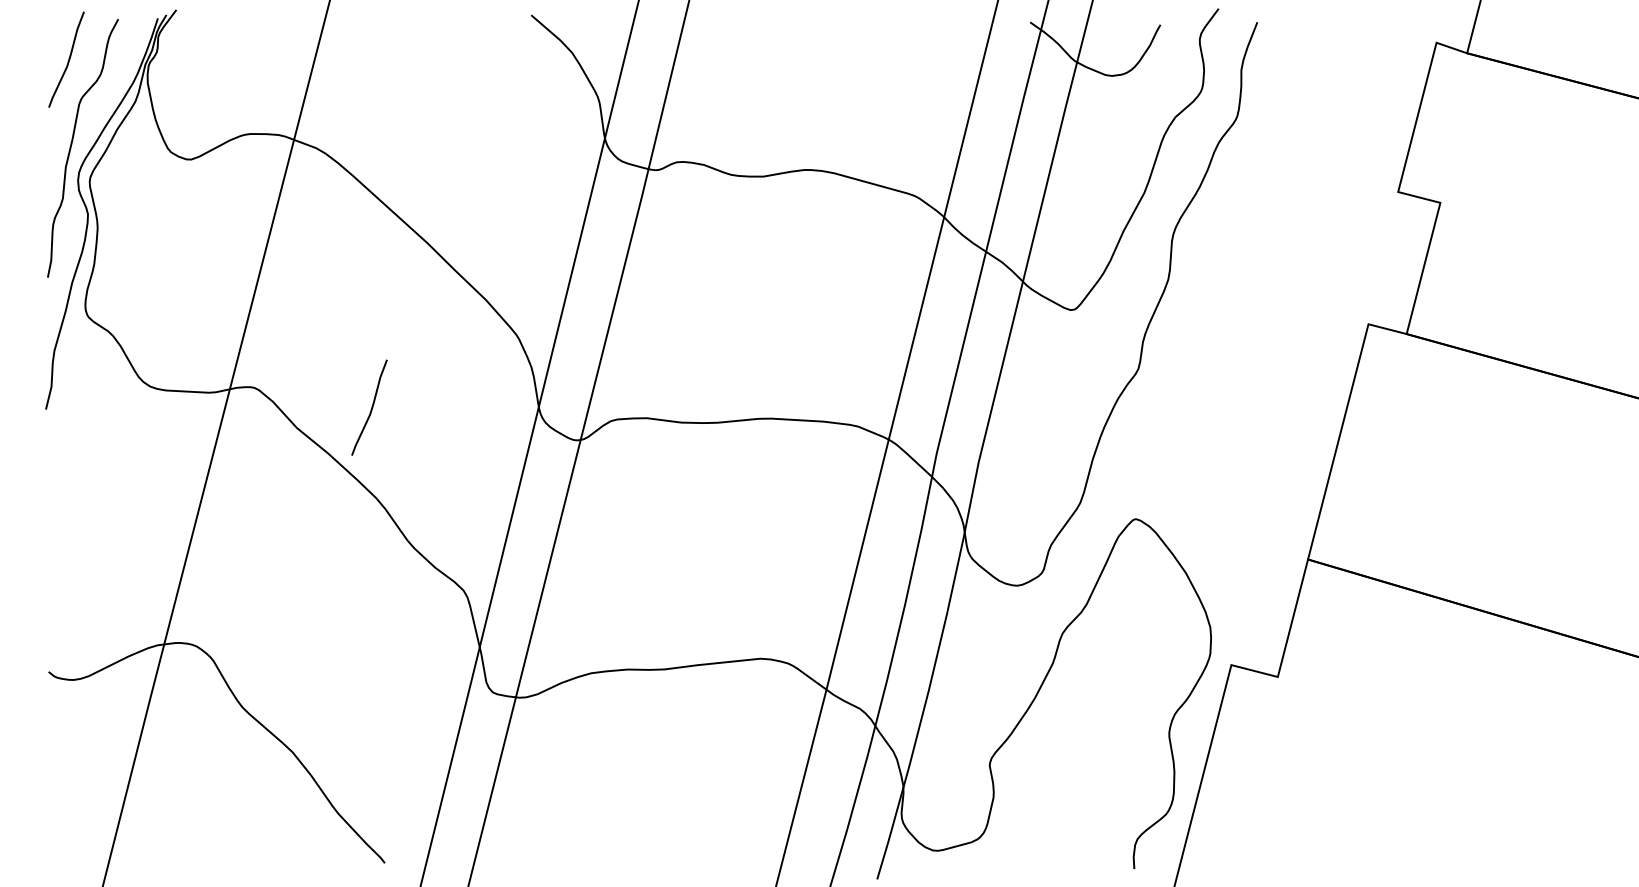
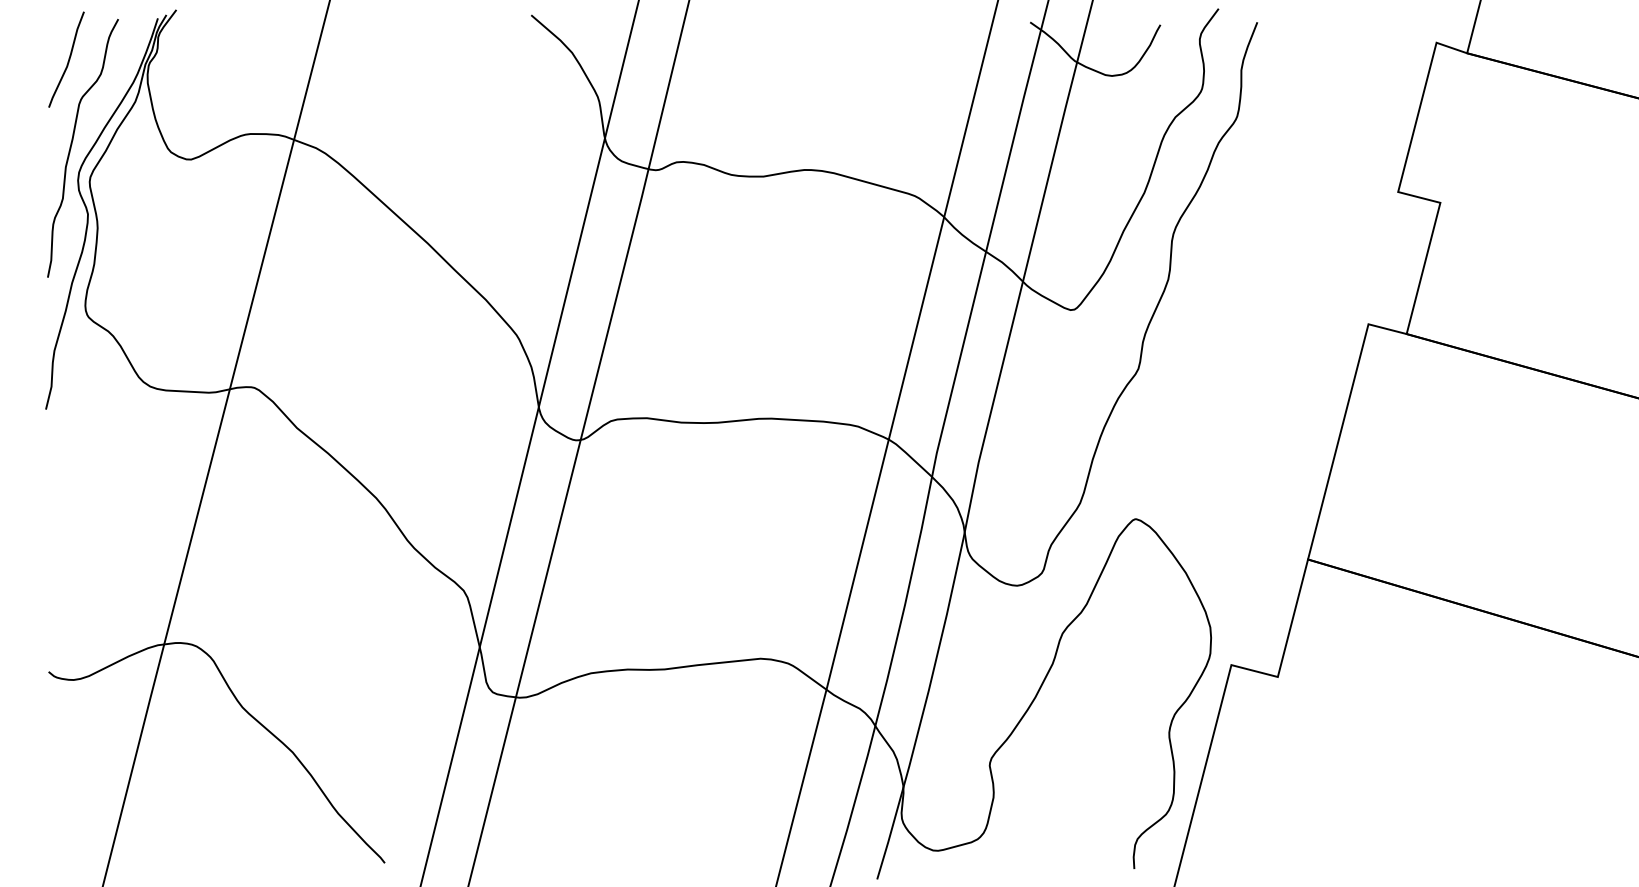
curve at (371, 407): present -> none
